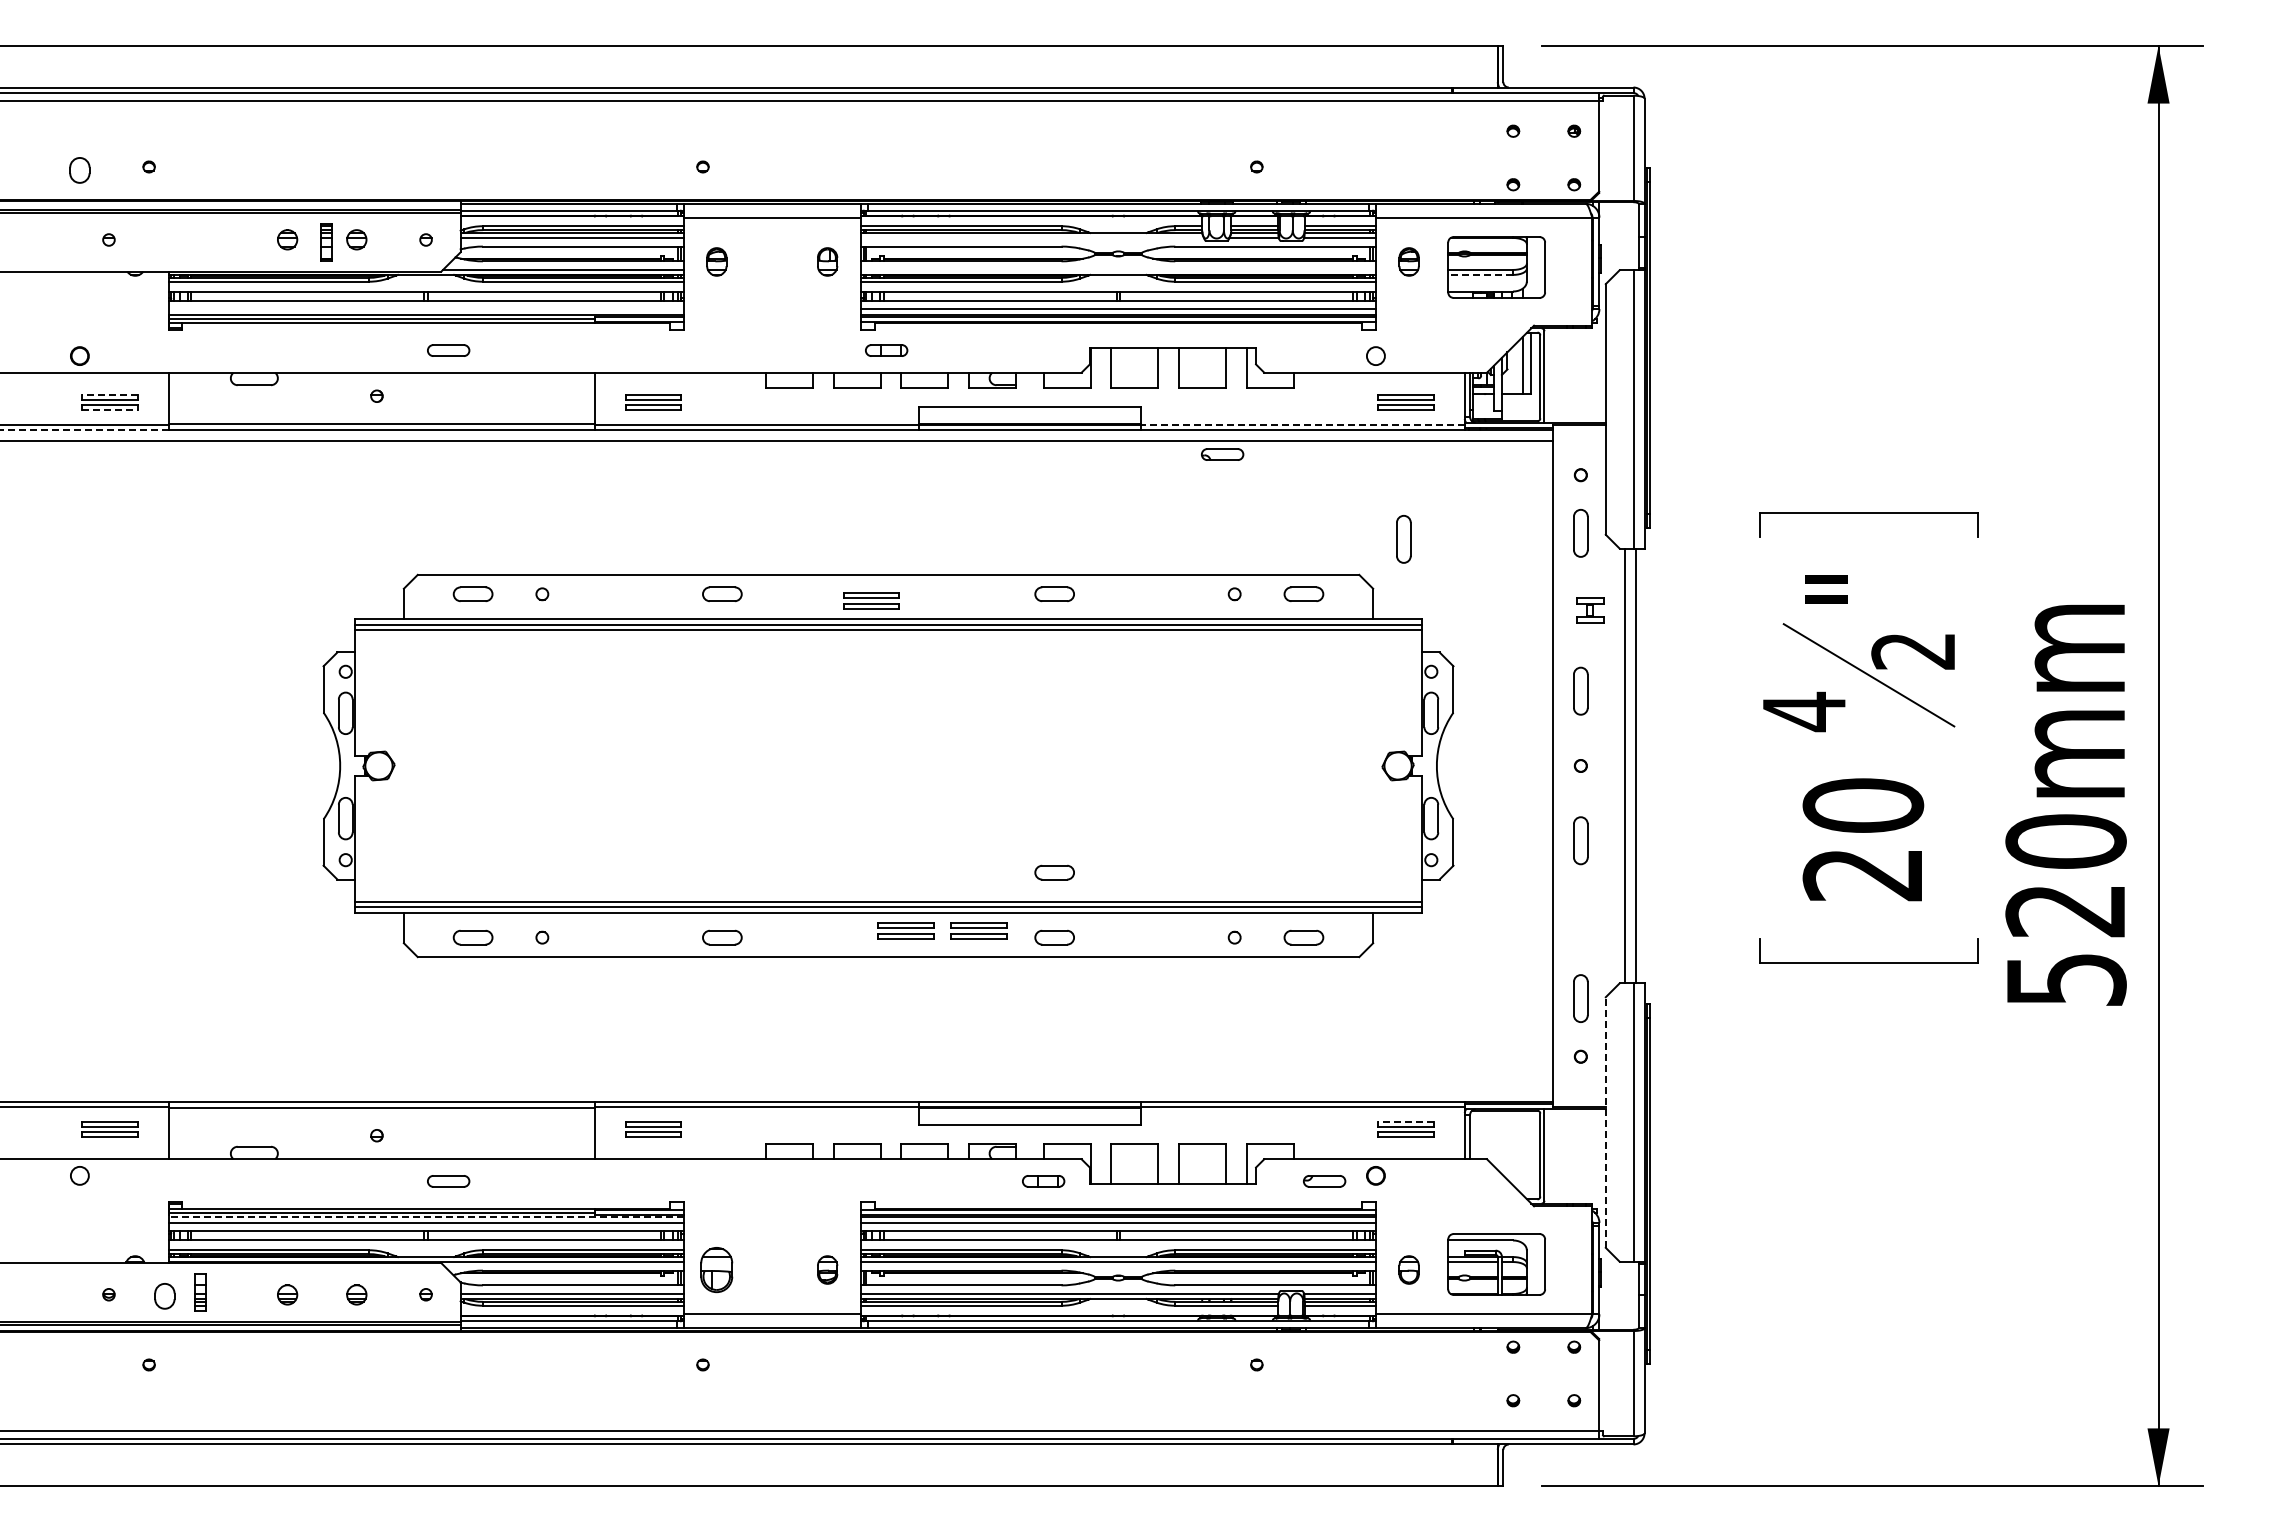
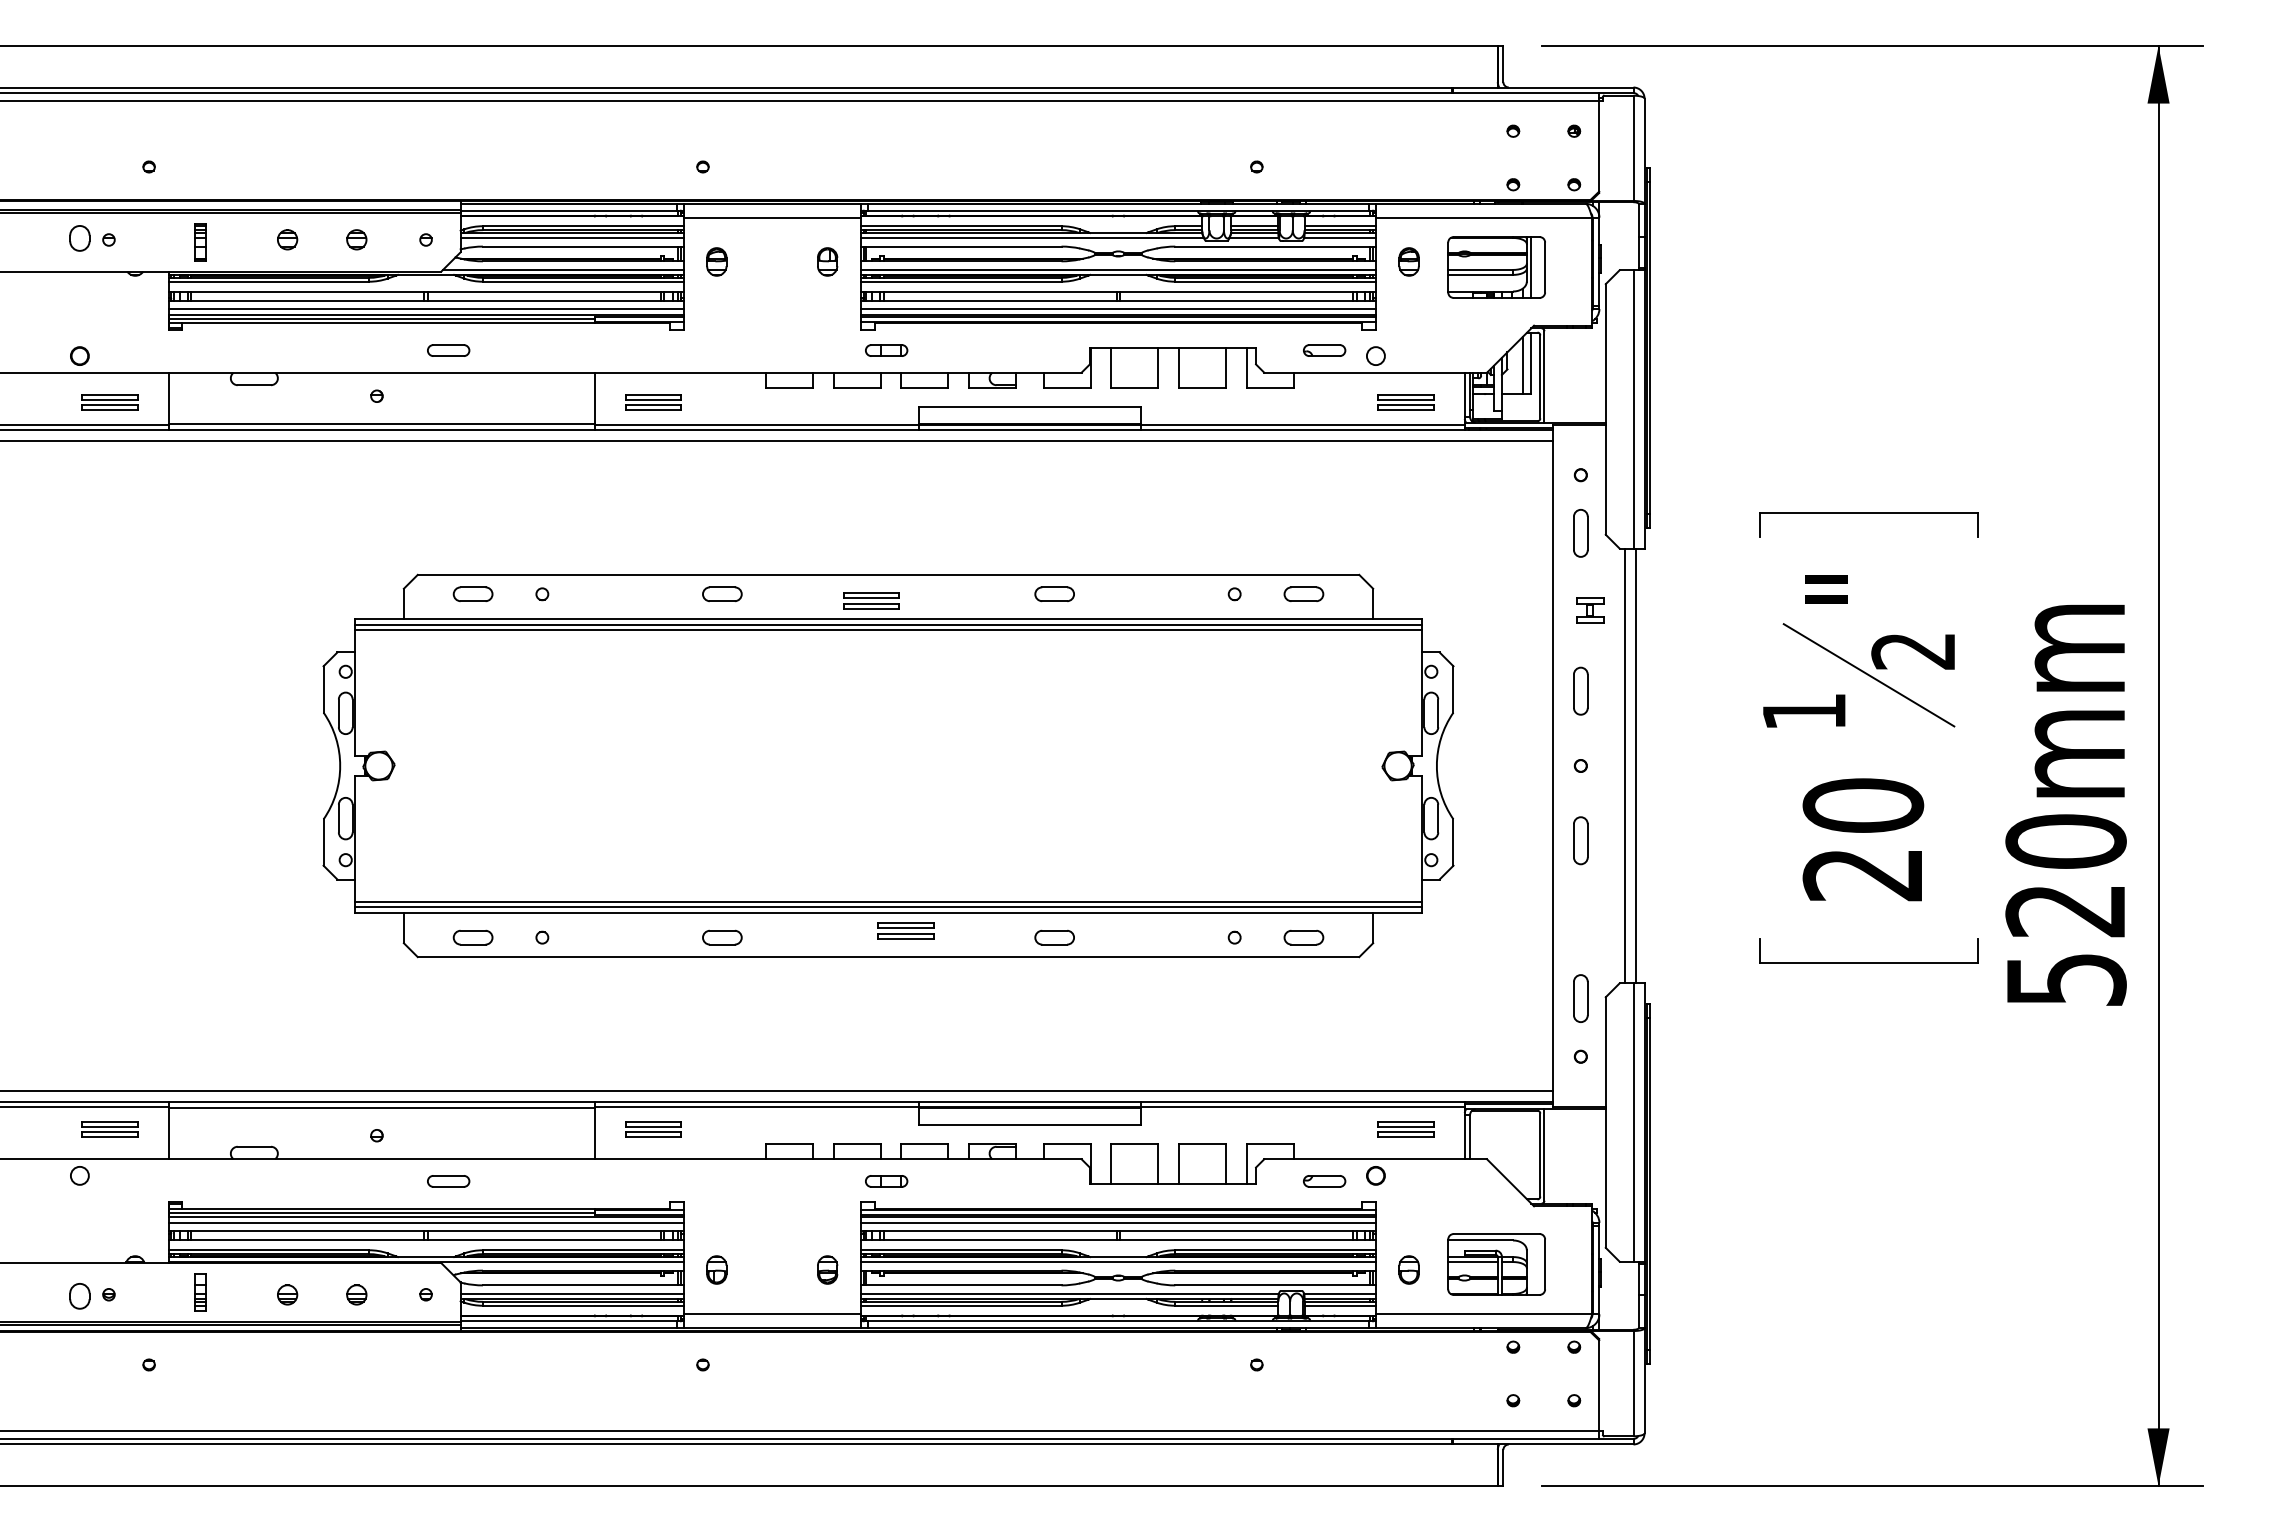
part at (79, 170) position: (79, 170) -> (79, 238)
line at (1031, 237): none -> present
part at (326, 242) position: (326, 242) -> (200, 242)
line at (1531, 267): none -> present
line at (1117, 269): none -> present
line at (1480, 274): dashed -> solid
line at (425, 309): none -> present
line at (109, 394): dashed -> solid
line at (109, 410): dashed -> solid
line at (1302, 424): dashed -> solid
line at (83, 429): dashed -> solid
part at (1222, 454) position: (1222, 454) -> (1324, 350)
part at (1403, 539): present -> none
text at (1804, 711): 4 -> 1
part at (1054, 872): present -> none
part at (978, 930): present -> none
line at (777, 1091): none -> present
line at (1405, 1121): dashed -> solid
line at (1605, 1122): dashed -> solid
part at (1043, 1181) position: (1043, 1181) -> (886, 1181)
line at (426, 1217): dashed -> solid
part at (716, 1270) size: 34x47 px -> 22x30 px
part at (164, 1296) position: (164, 1296) -> (79, 1296)
